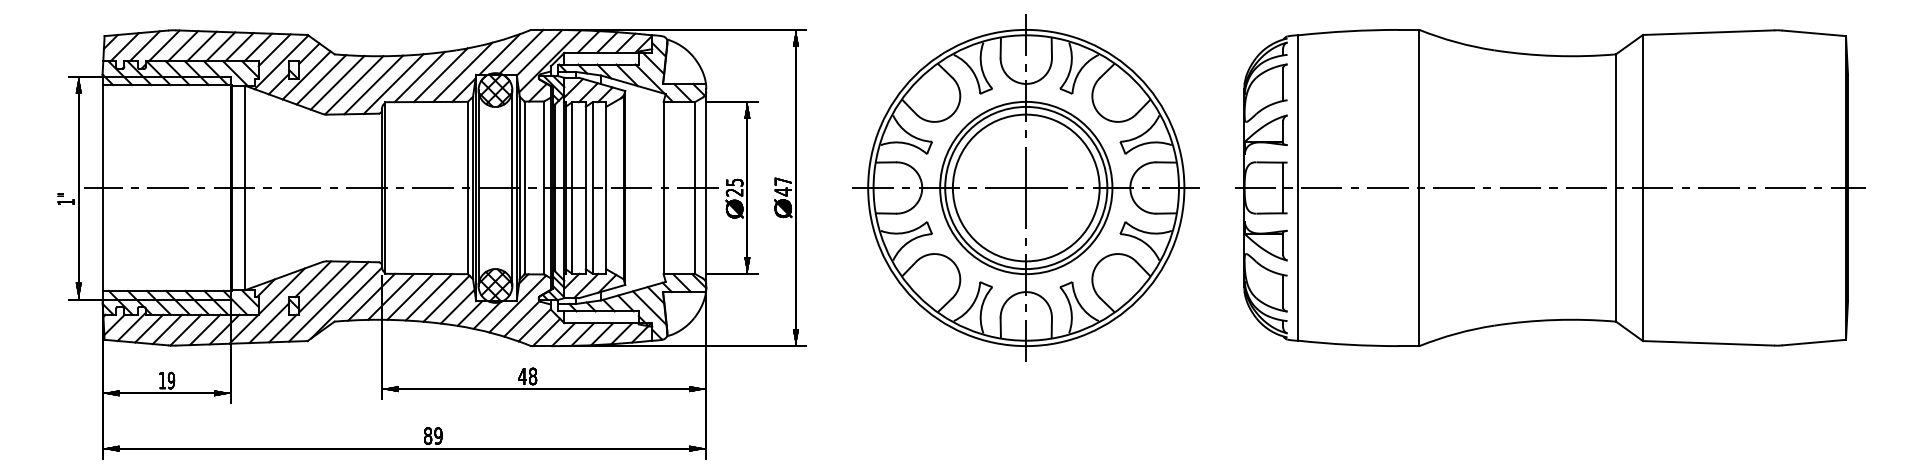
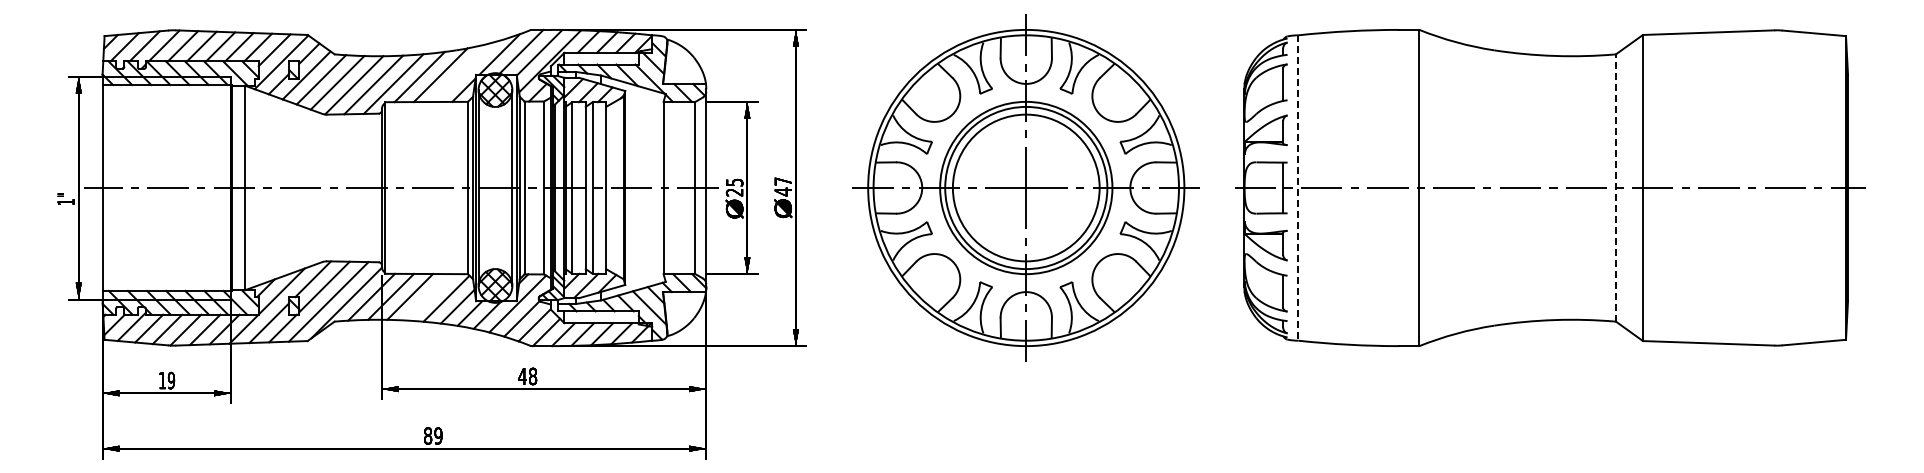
line at (462, 72): present -> none
line at (1615, 187): solid -> dashed
line at (1298, 188): solid -> dashed
line at (428, 297): present -> none
